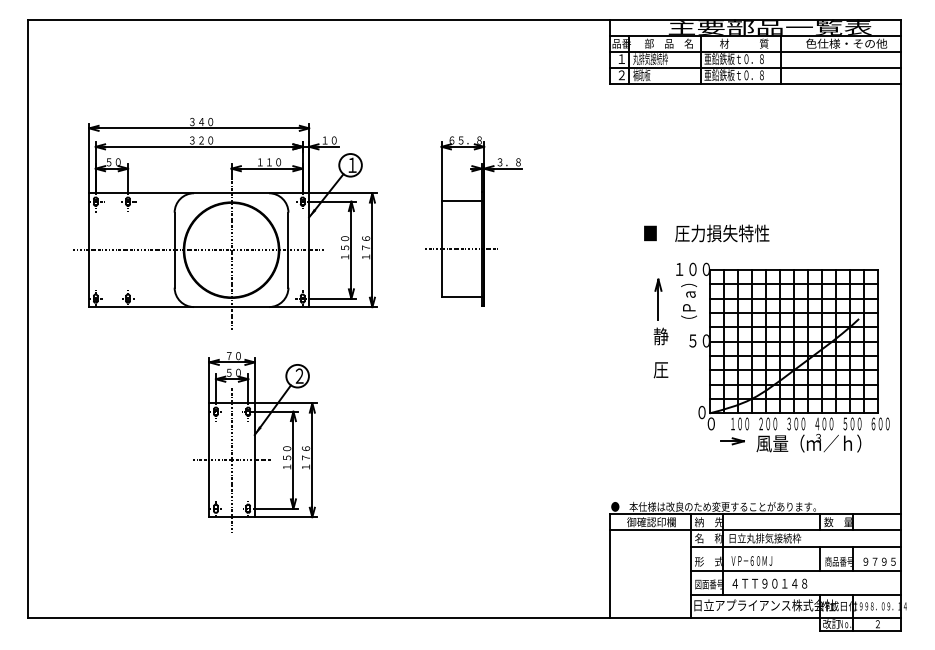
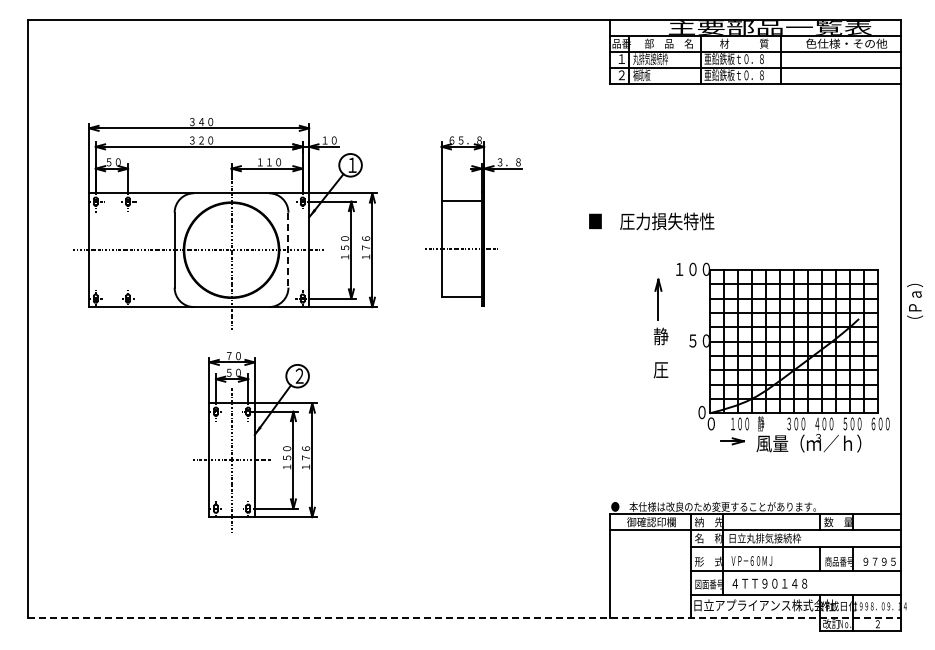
text at (706, 233) position: (706, 233) -> (651, 221)
line at (288, 250): solid -> dashed
text at (688, 300) position: (688, 300) -> (914, 300)
text at (767, 423): ２００ -> 静
line at (464, 617): solid -> dashed
